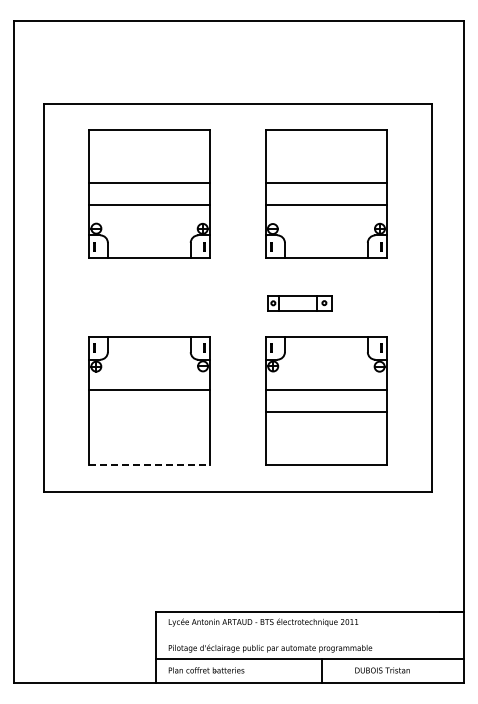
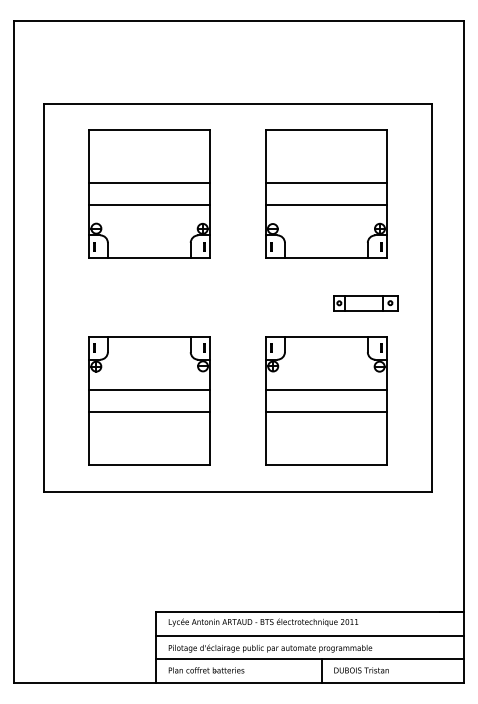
part at (299, 303) position: (299, 303) -> (365, 303)
line at (149, 412): none -> present
line at (149, 465): dashed -> solid
line at (309, 635): none -> present
text at (382, 670) position: (382, 670) -> (361, 670)
